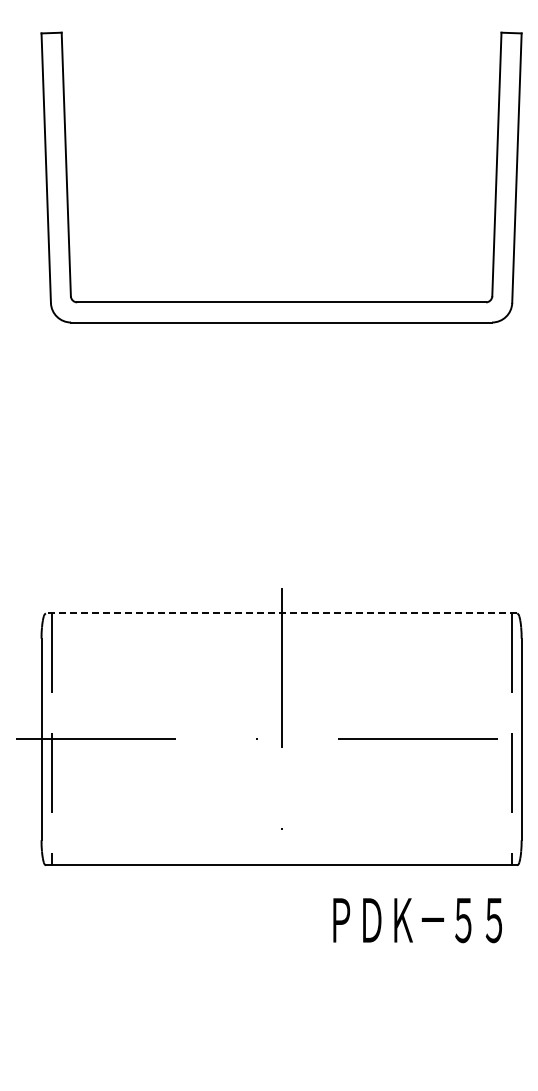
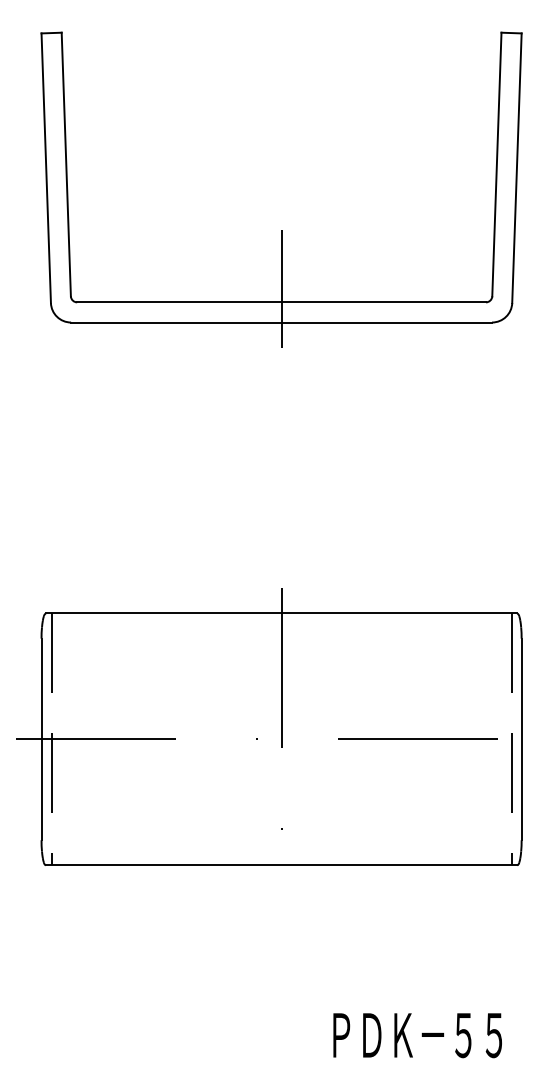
line at (281, 288): none -> present
line at (281, 613): dashed -> solid
text at (417, 920) position: (417, 920) -> (417, 1035)
